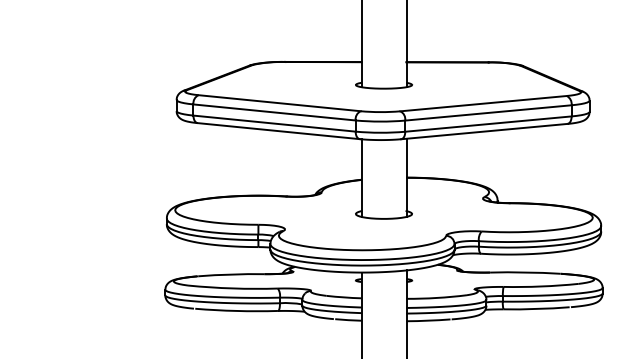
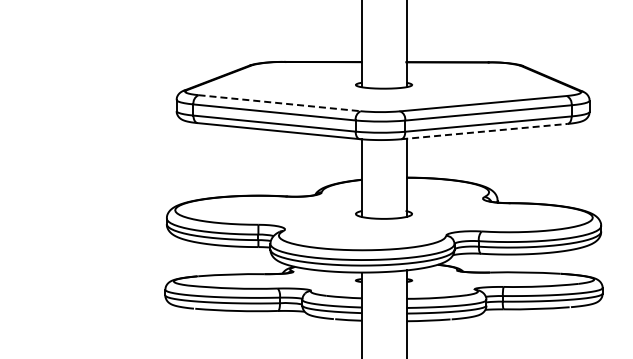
line at (280, 103): solid -> dashed
line at (484, 131): solid -> dashed
